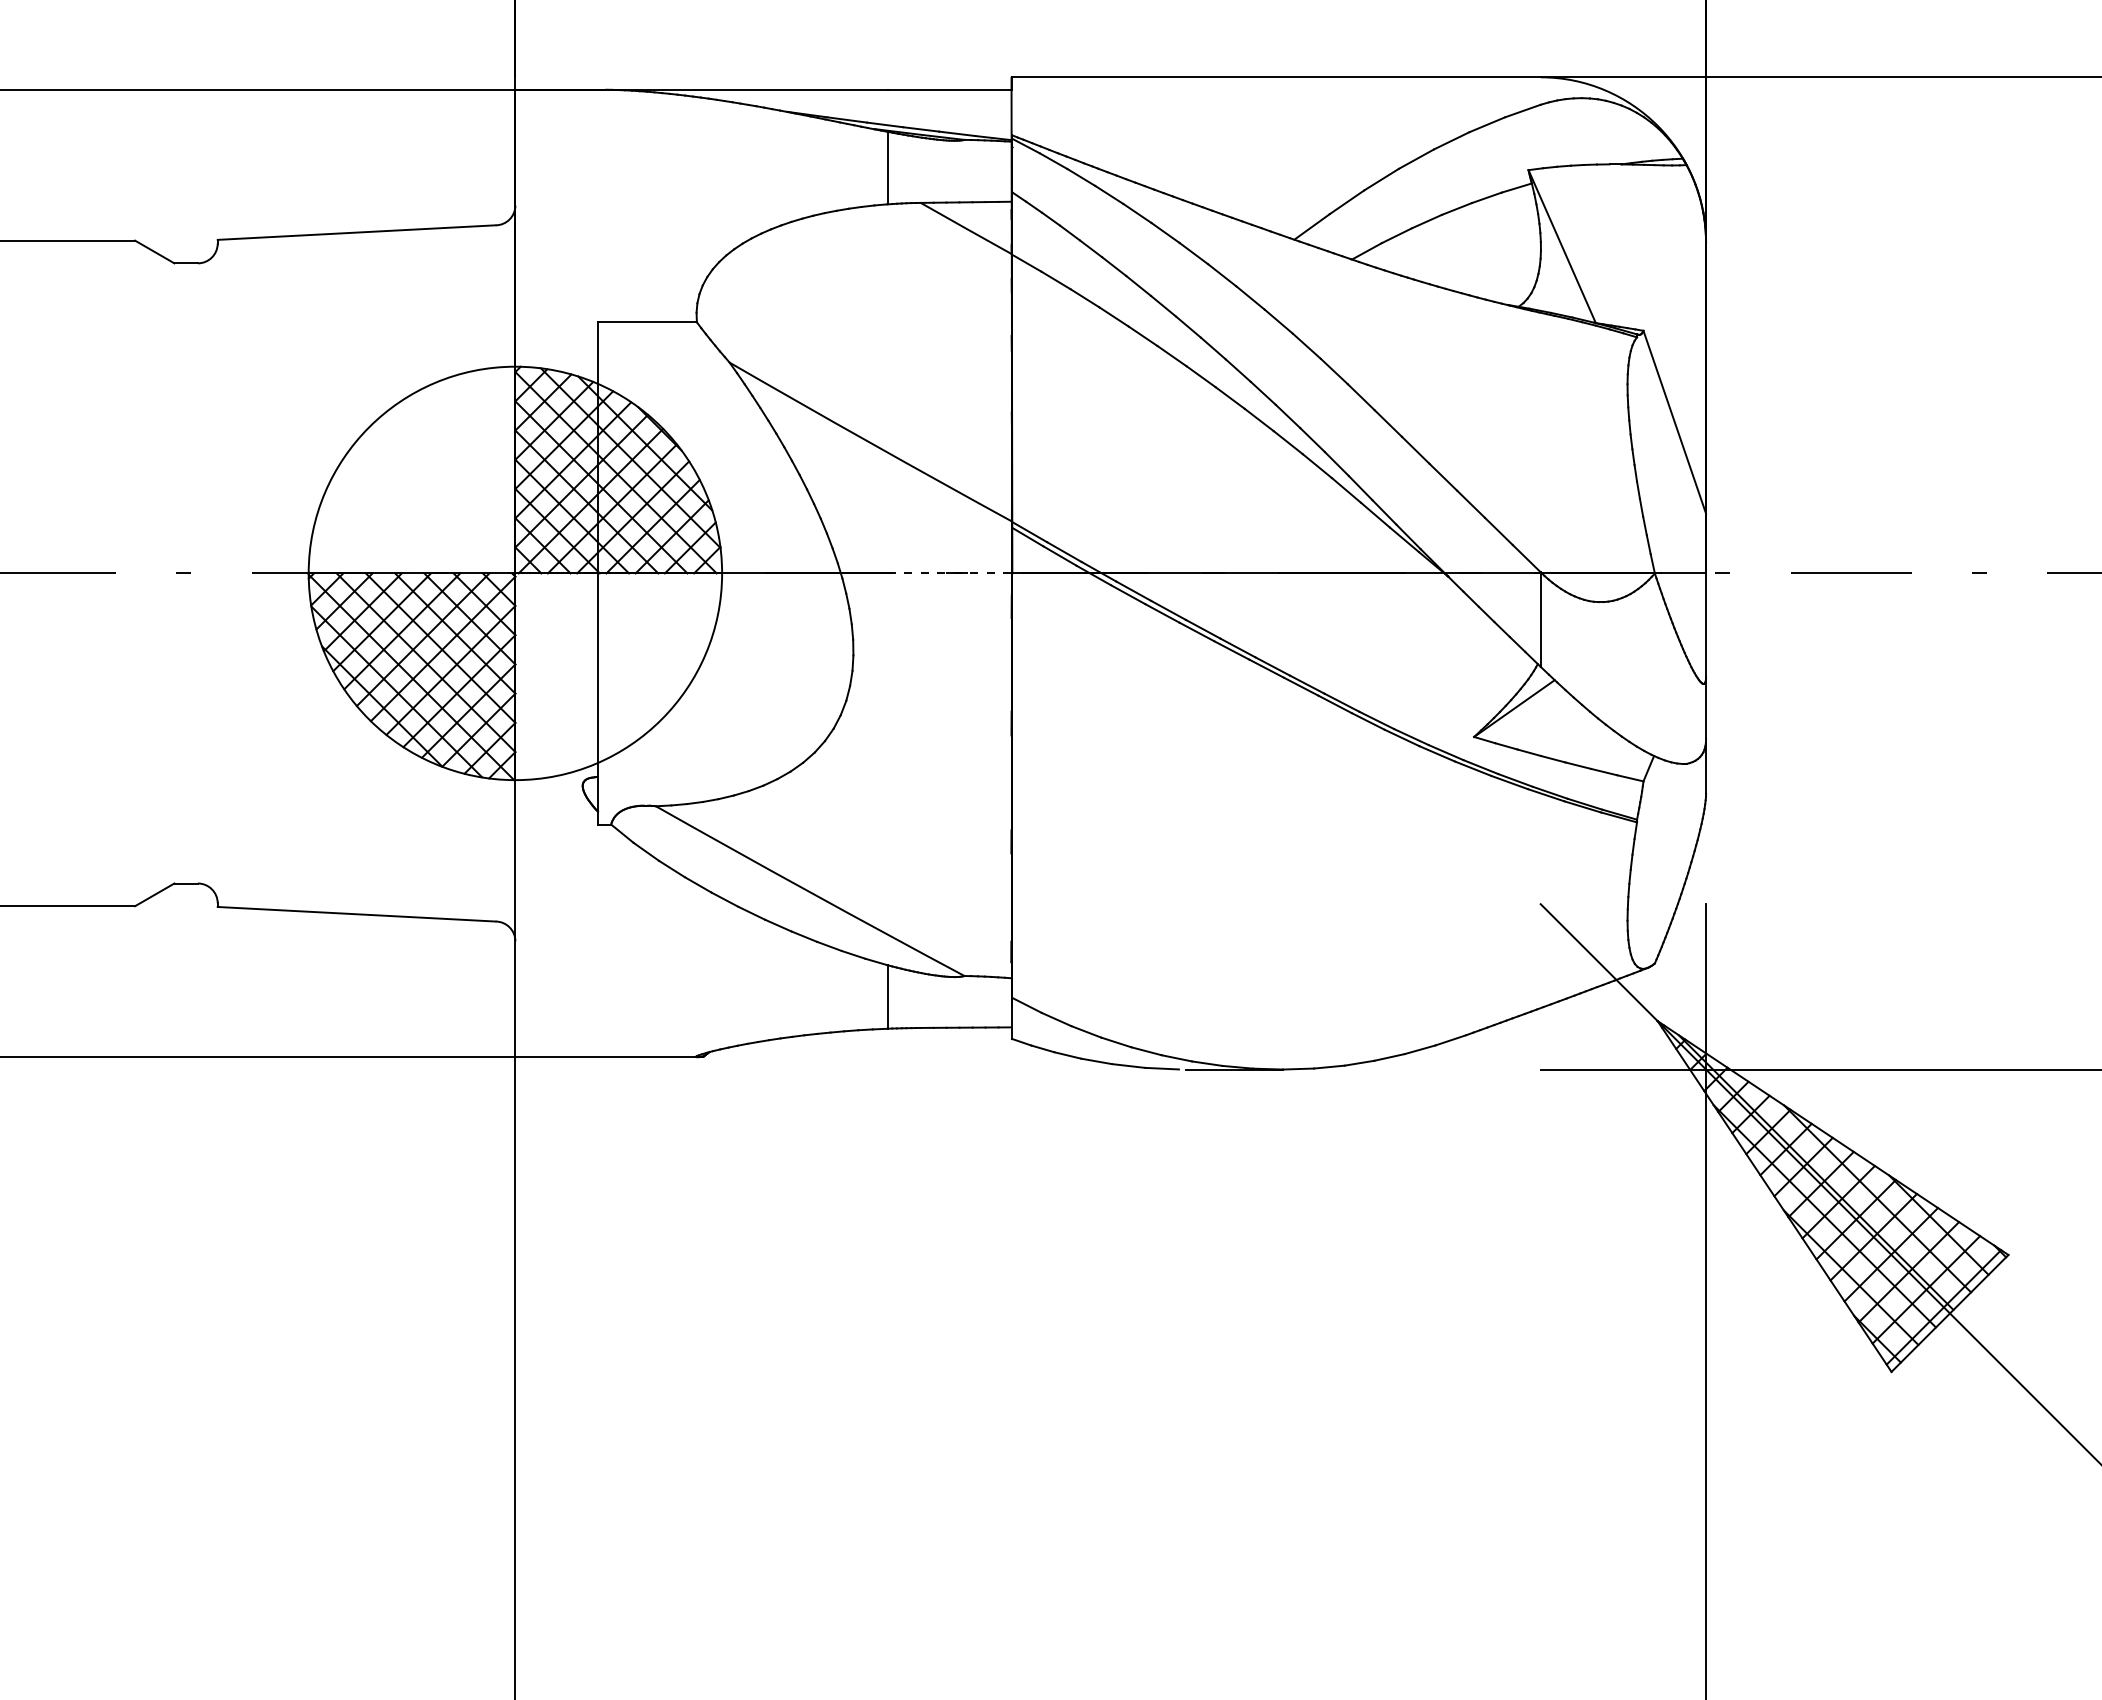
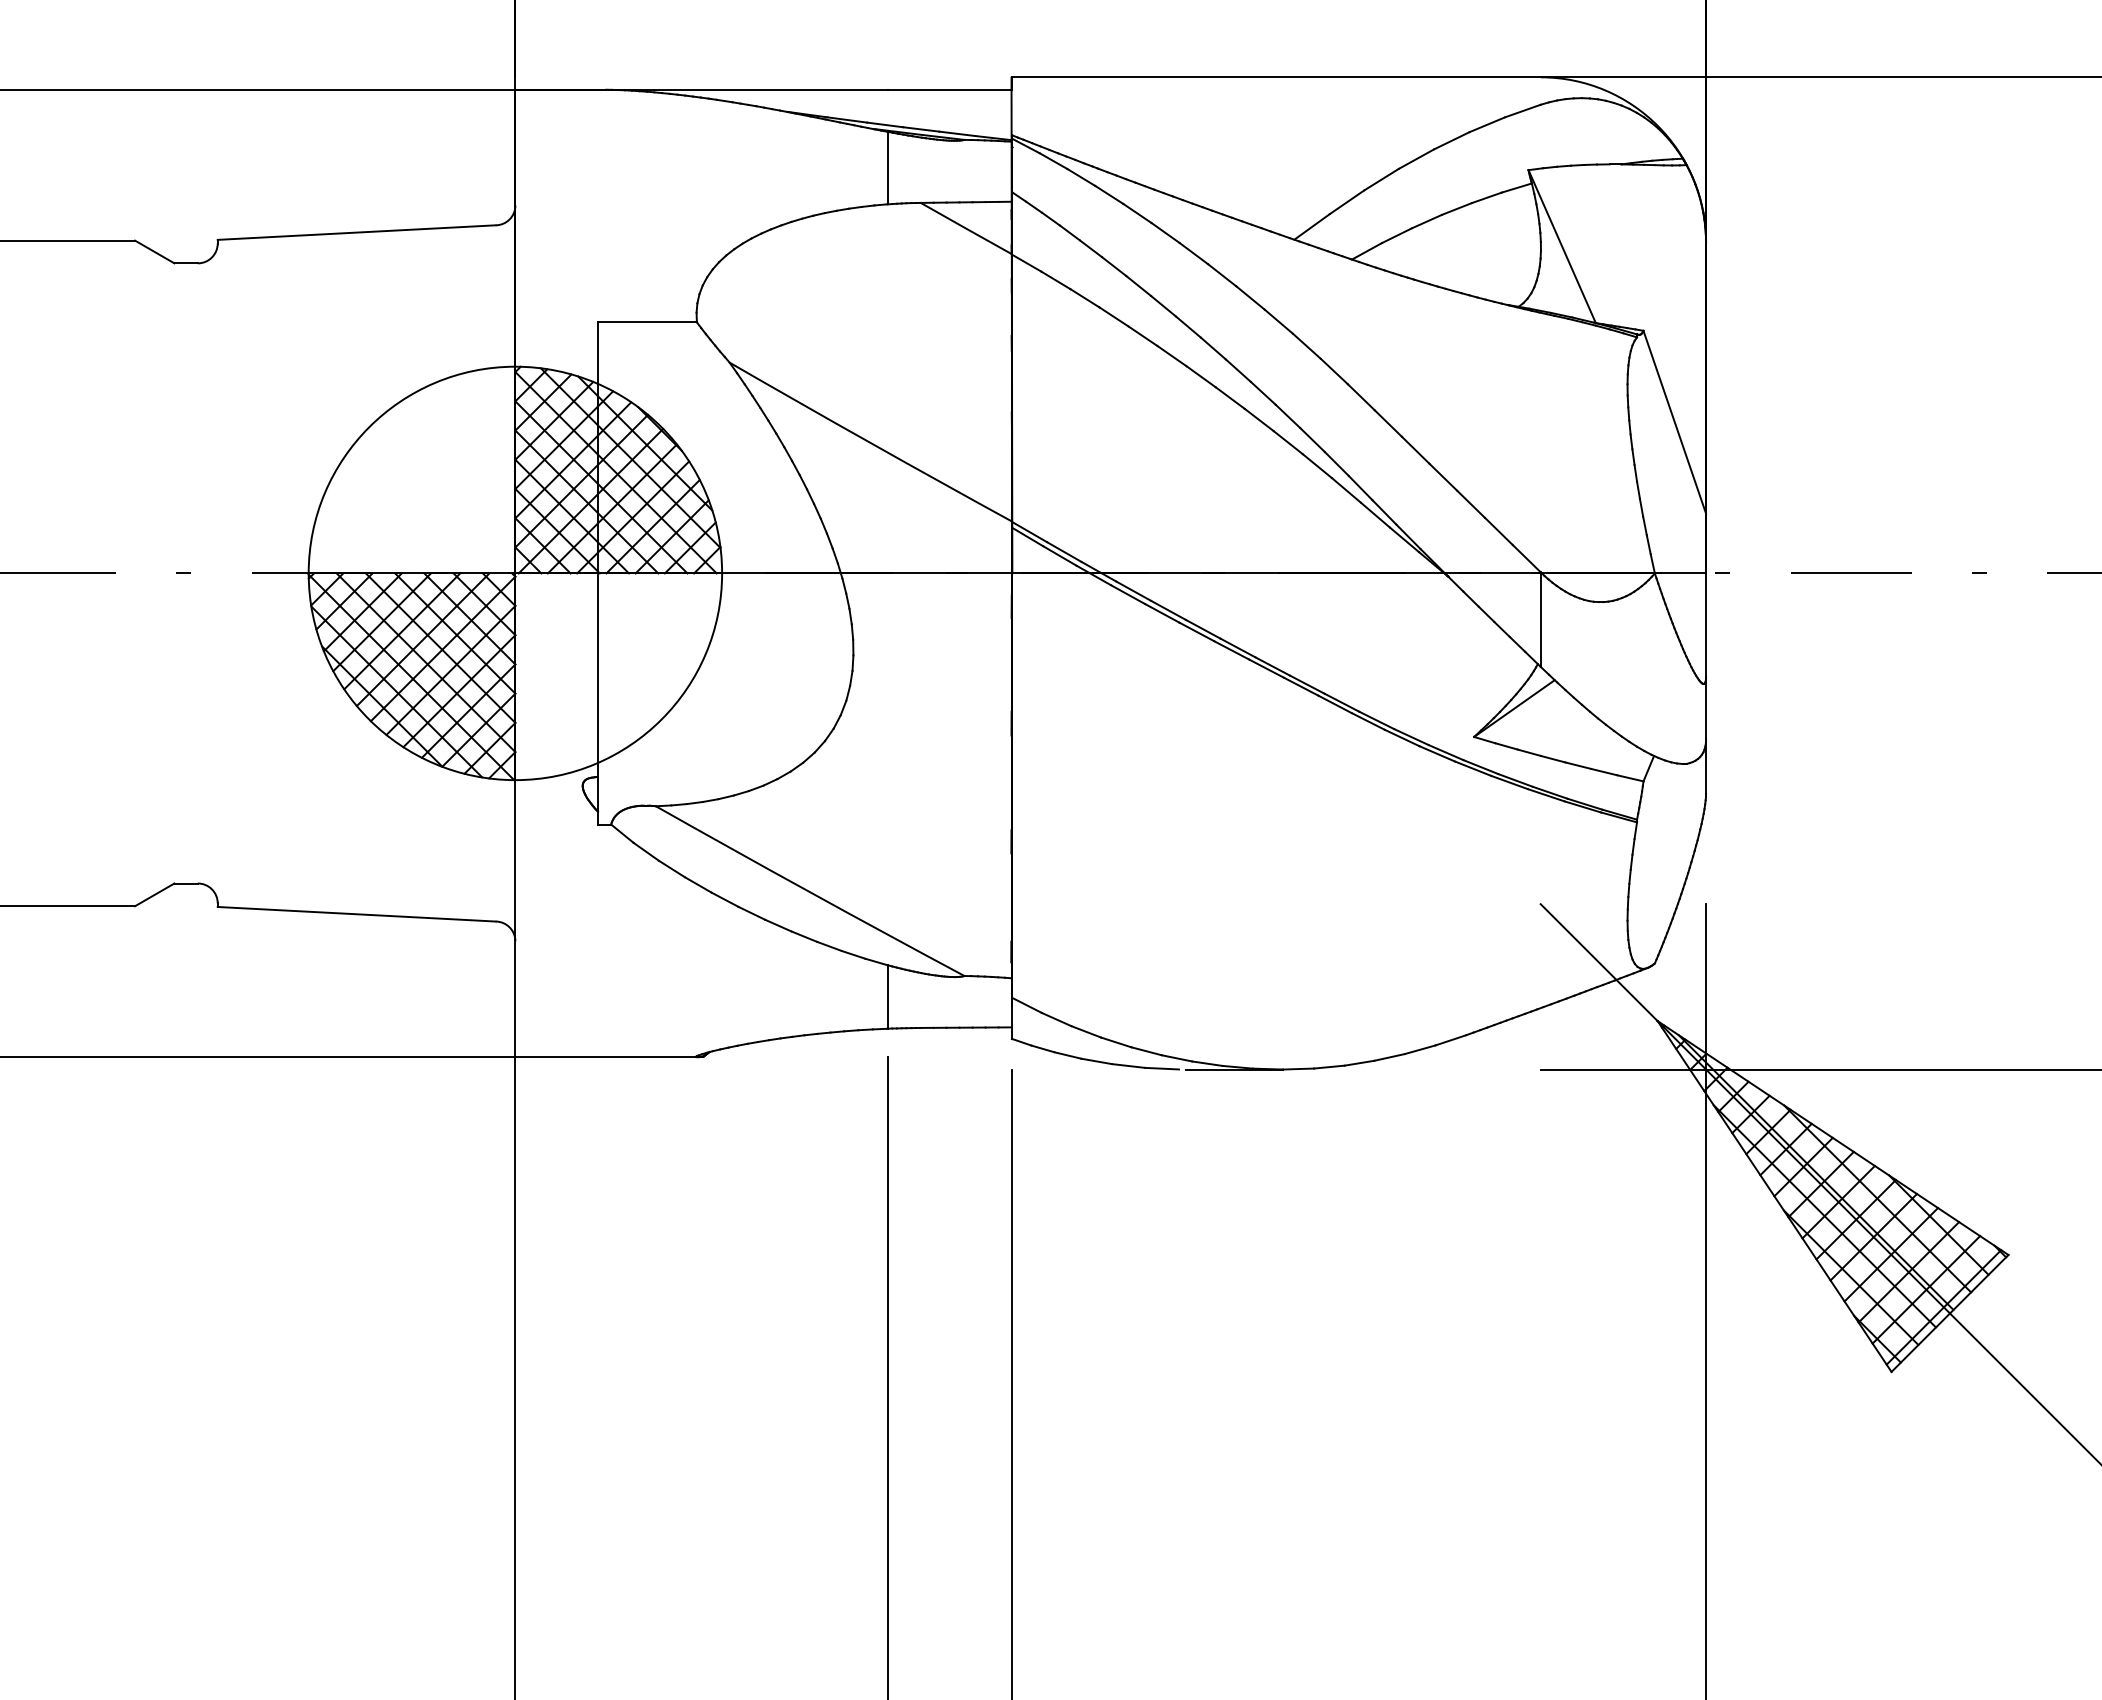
line at (950, 573): dashed -> solid
line at (887, 1376): none -> present
line at (1011, 1382): none -> present
